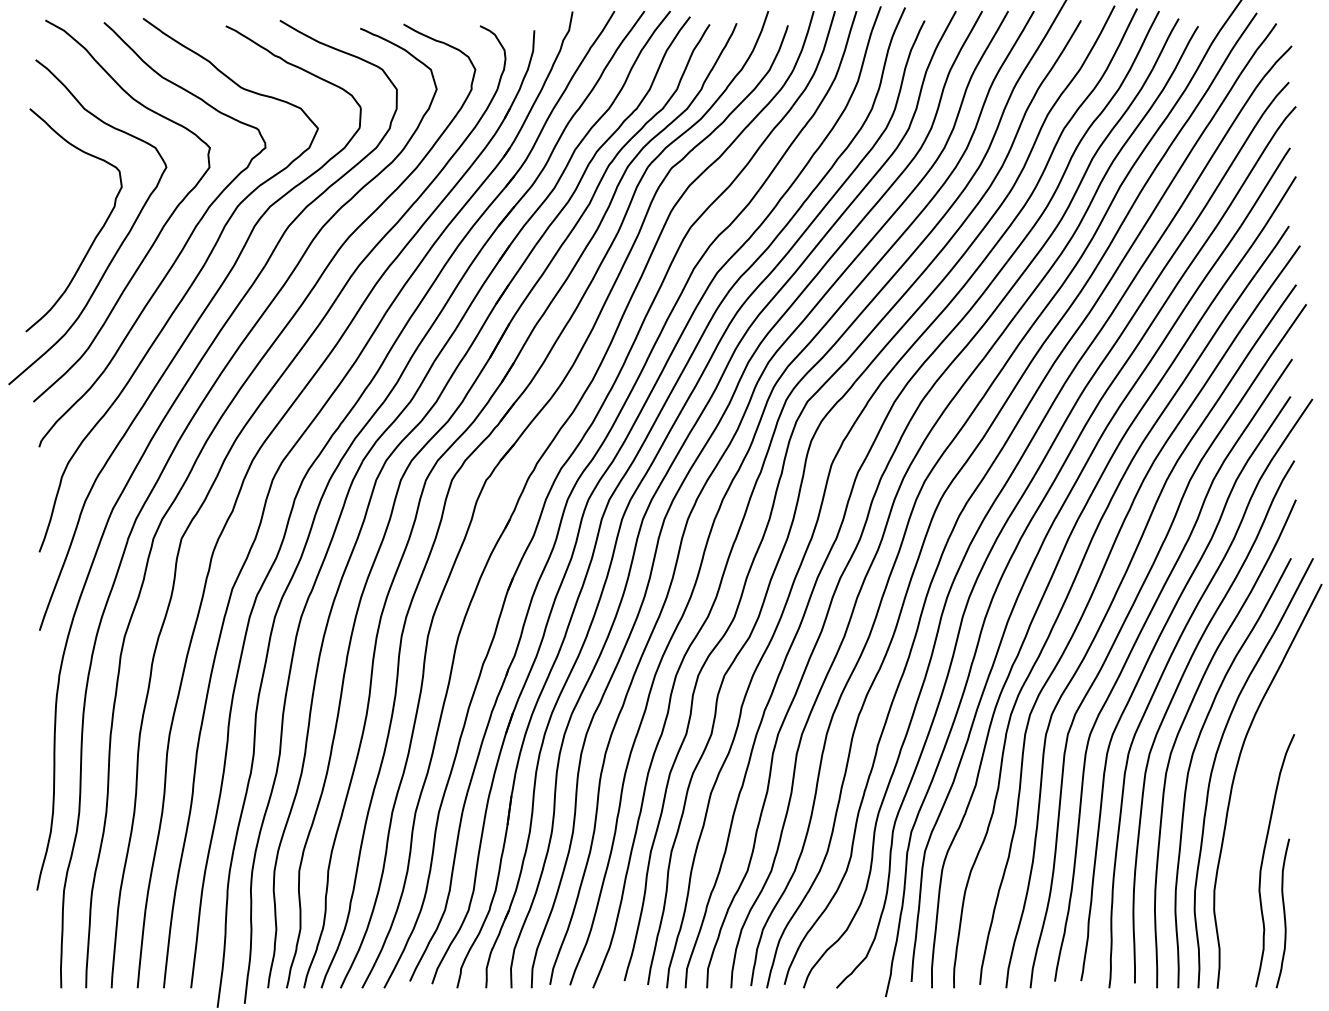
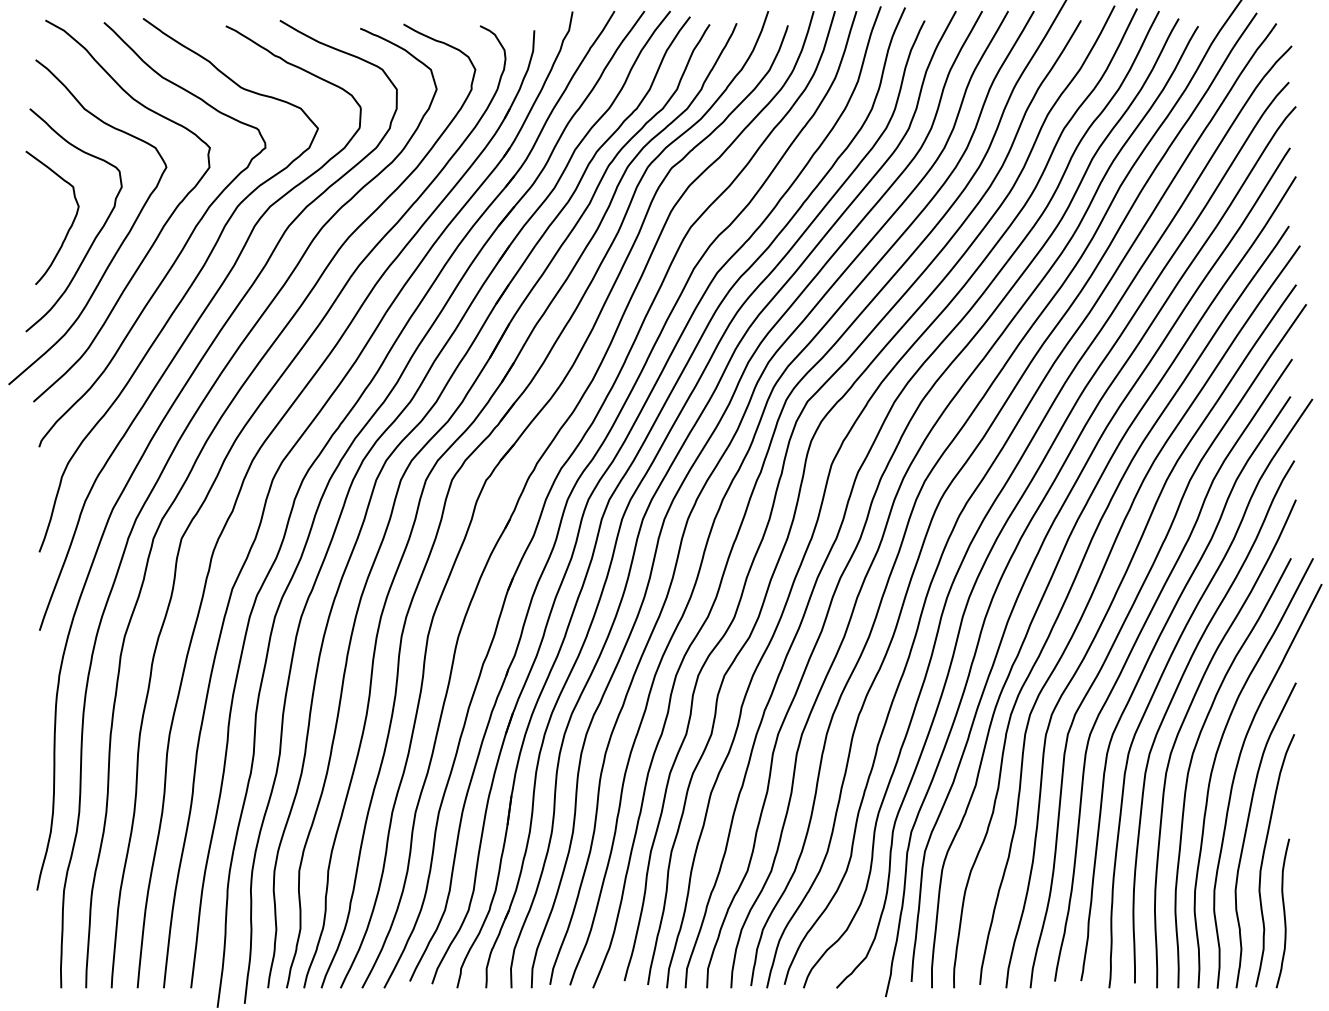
curve at (70, 225): none -> present
curve at (1247, 829): none -> present
